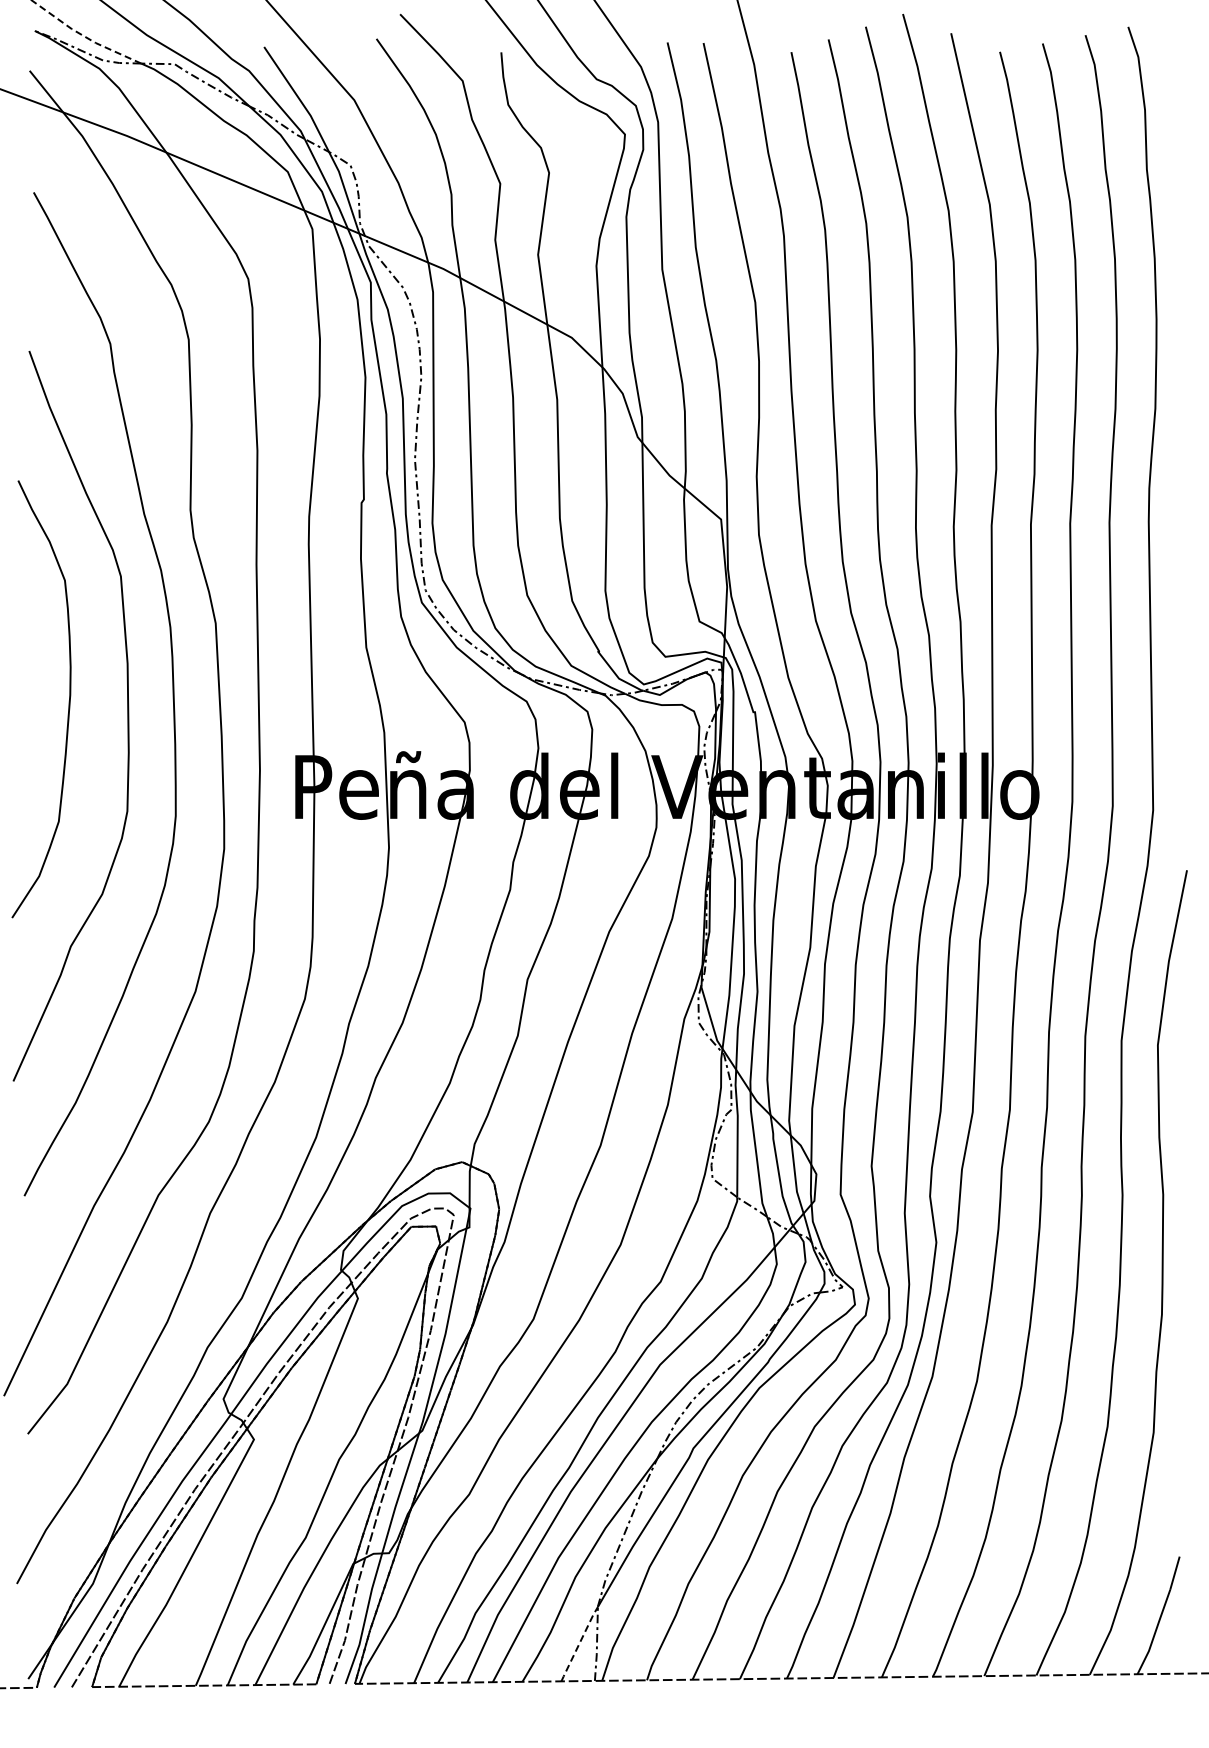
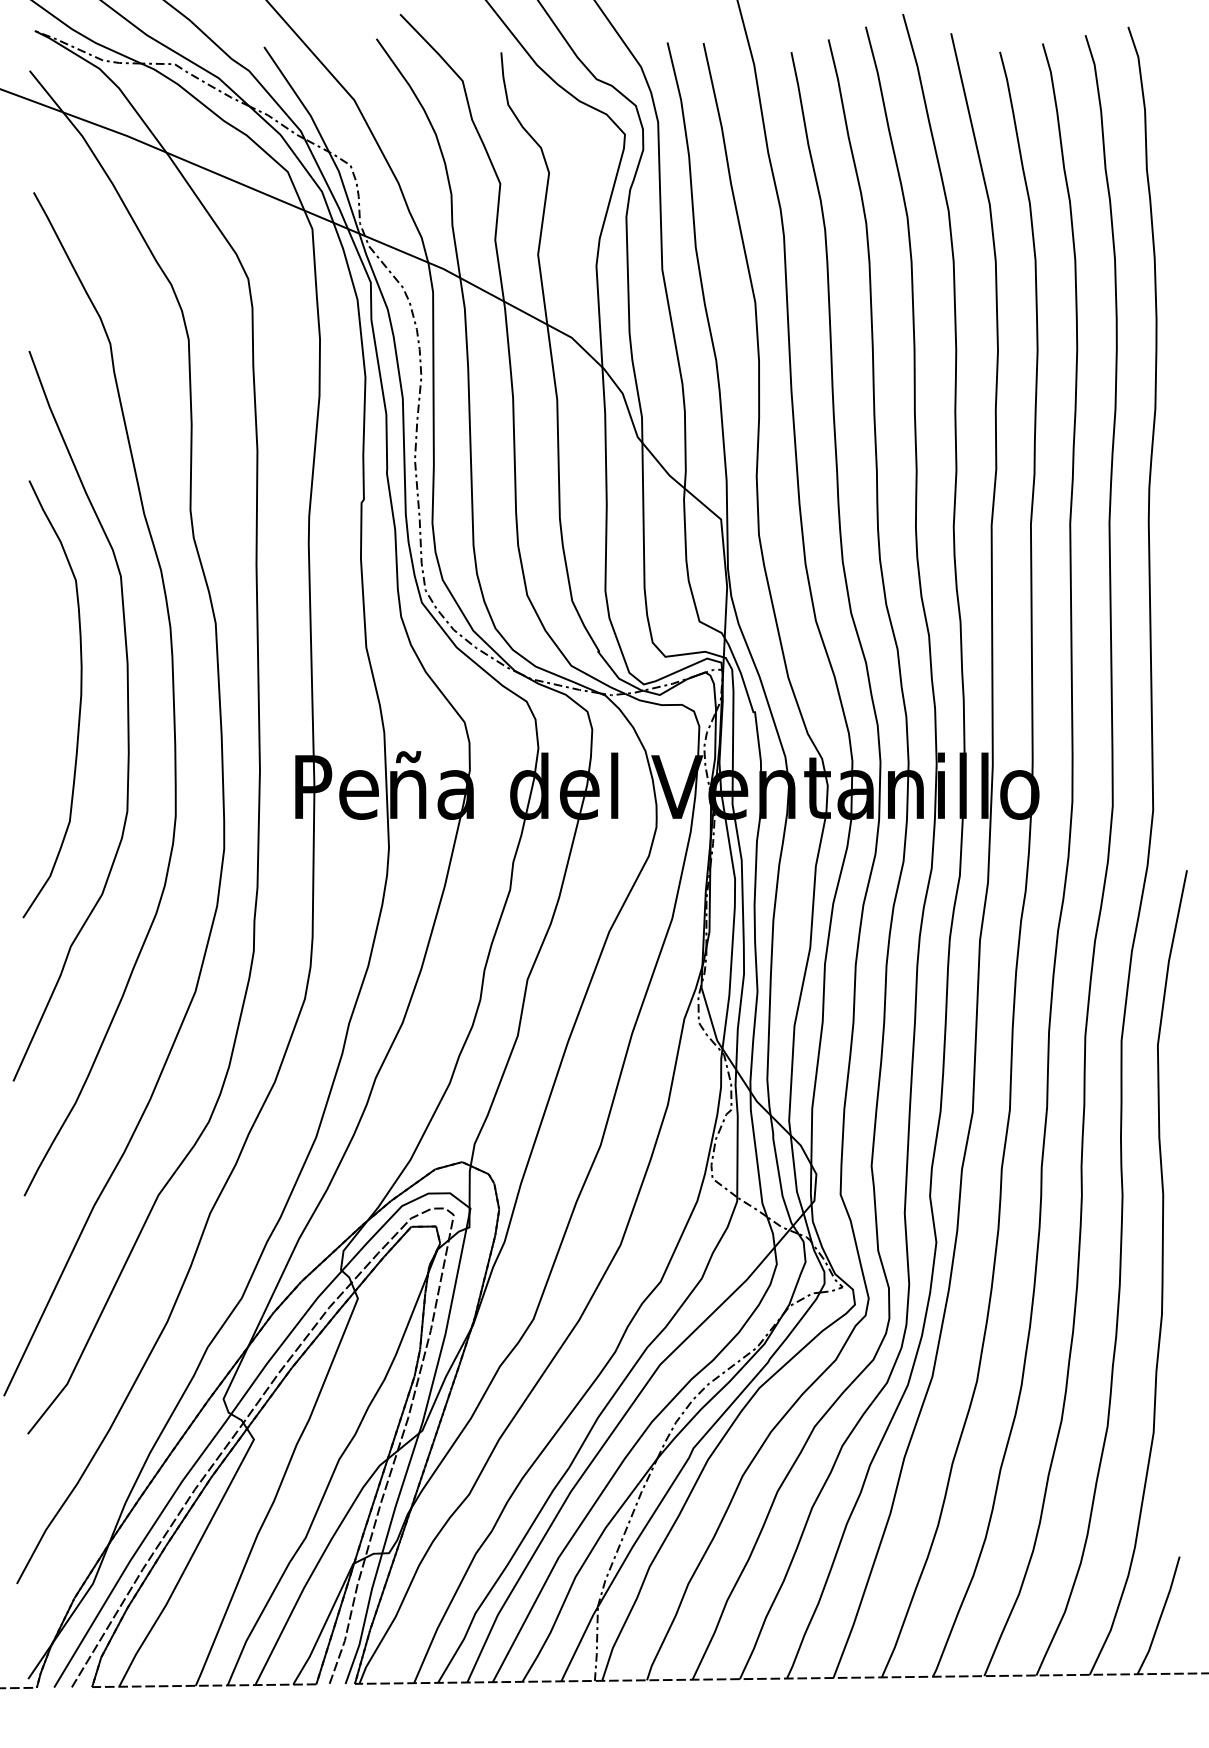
line at (83, 36): dashed -> solid
curve at (68, 701) position: (68, 701) -> (79, 701)
line at (579, 1643): dashed -> solid
